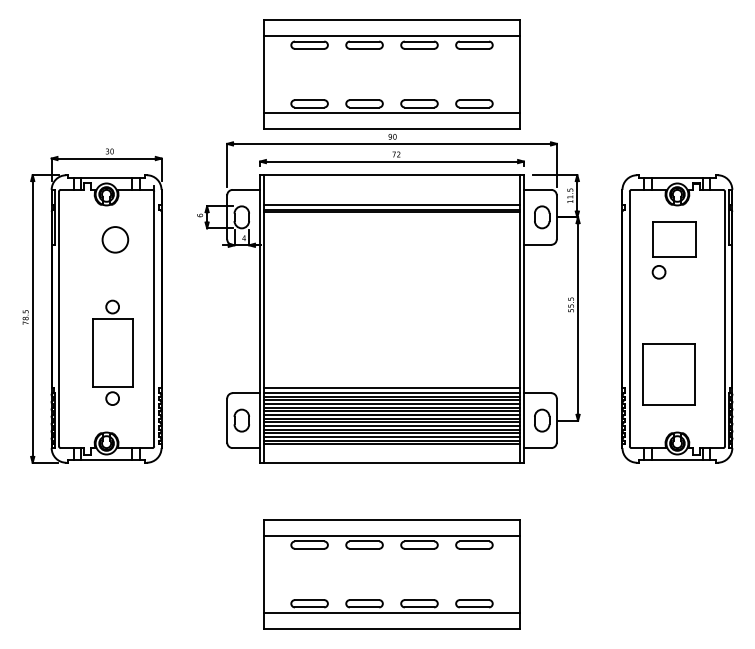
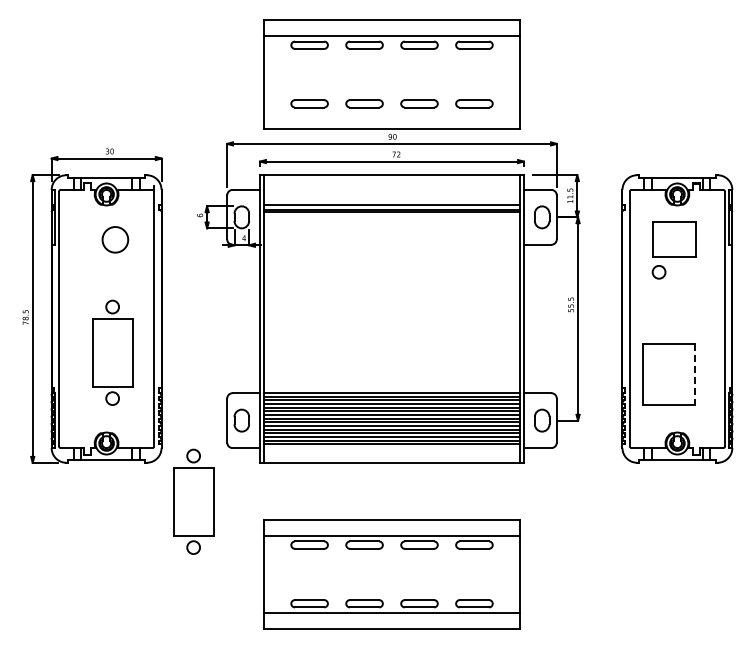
line at (391, 113): present -> none
line at (695, 375): solid -> dashed
line at (391, 387): present -> none
part at (193, 501): none -> present
